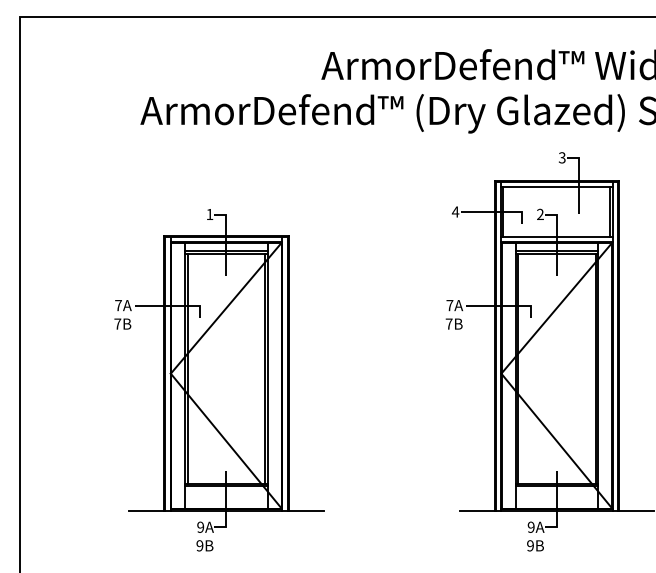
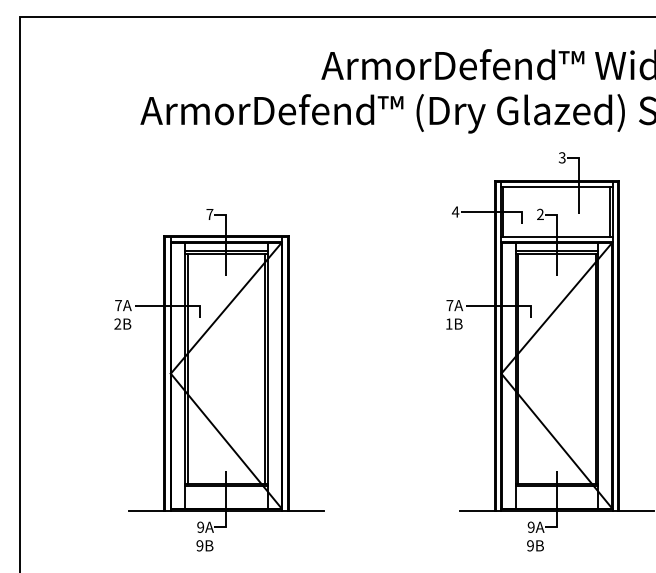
text at (209, 214): 1 -> 7
text at (117, 323): 7B -> 2B
text at (448, 323): 7B -> 1B
